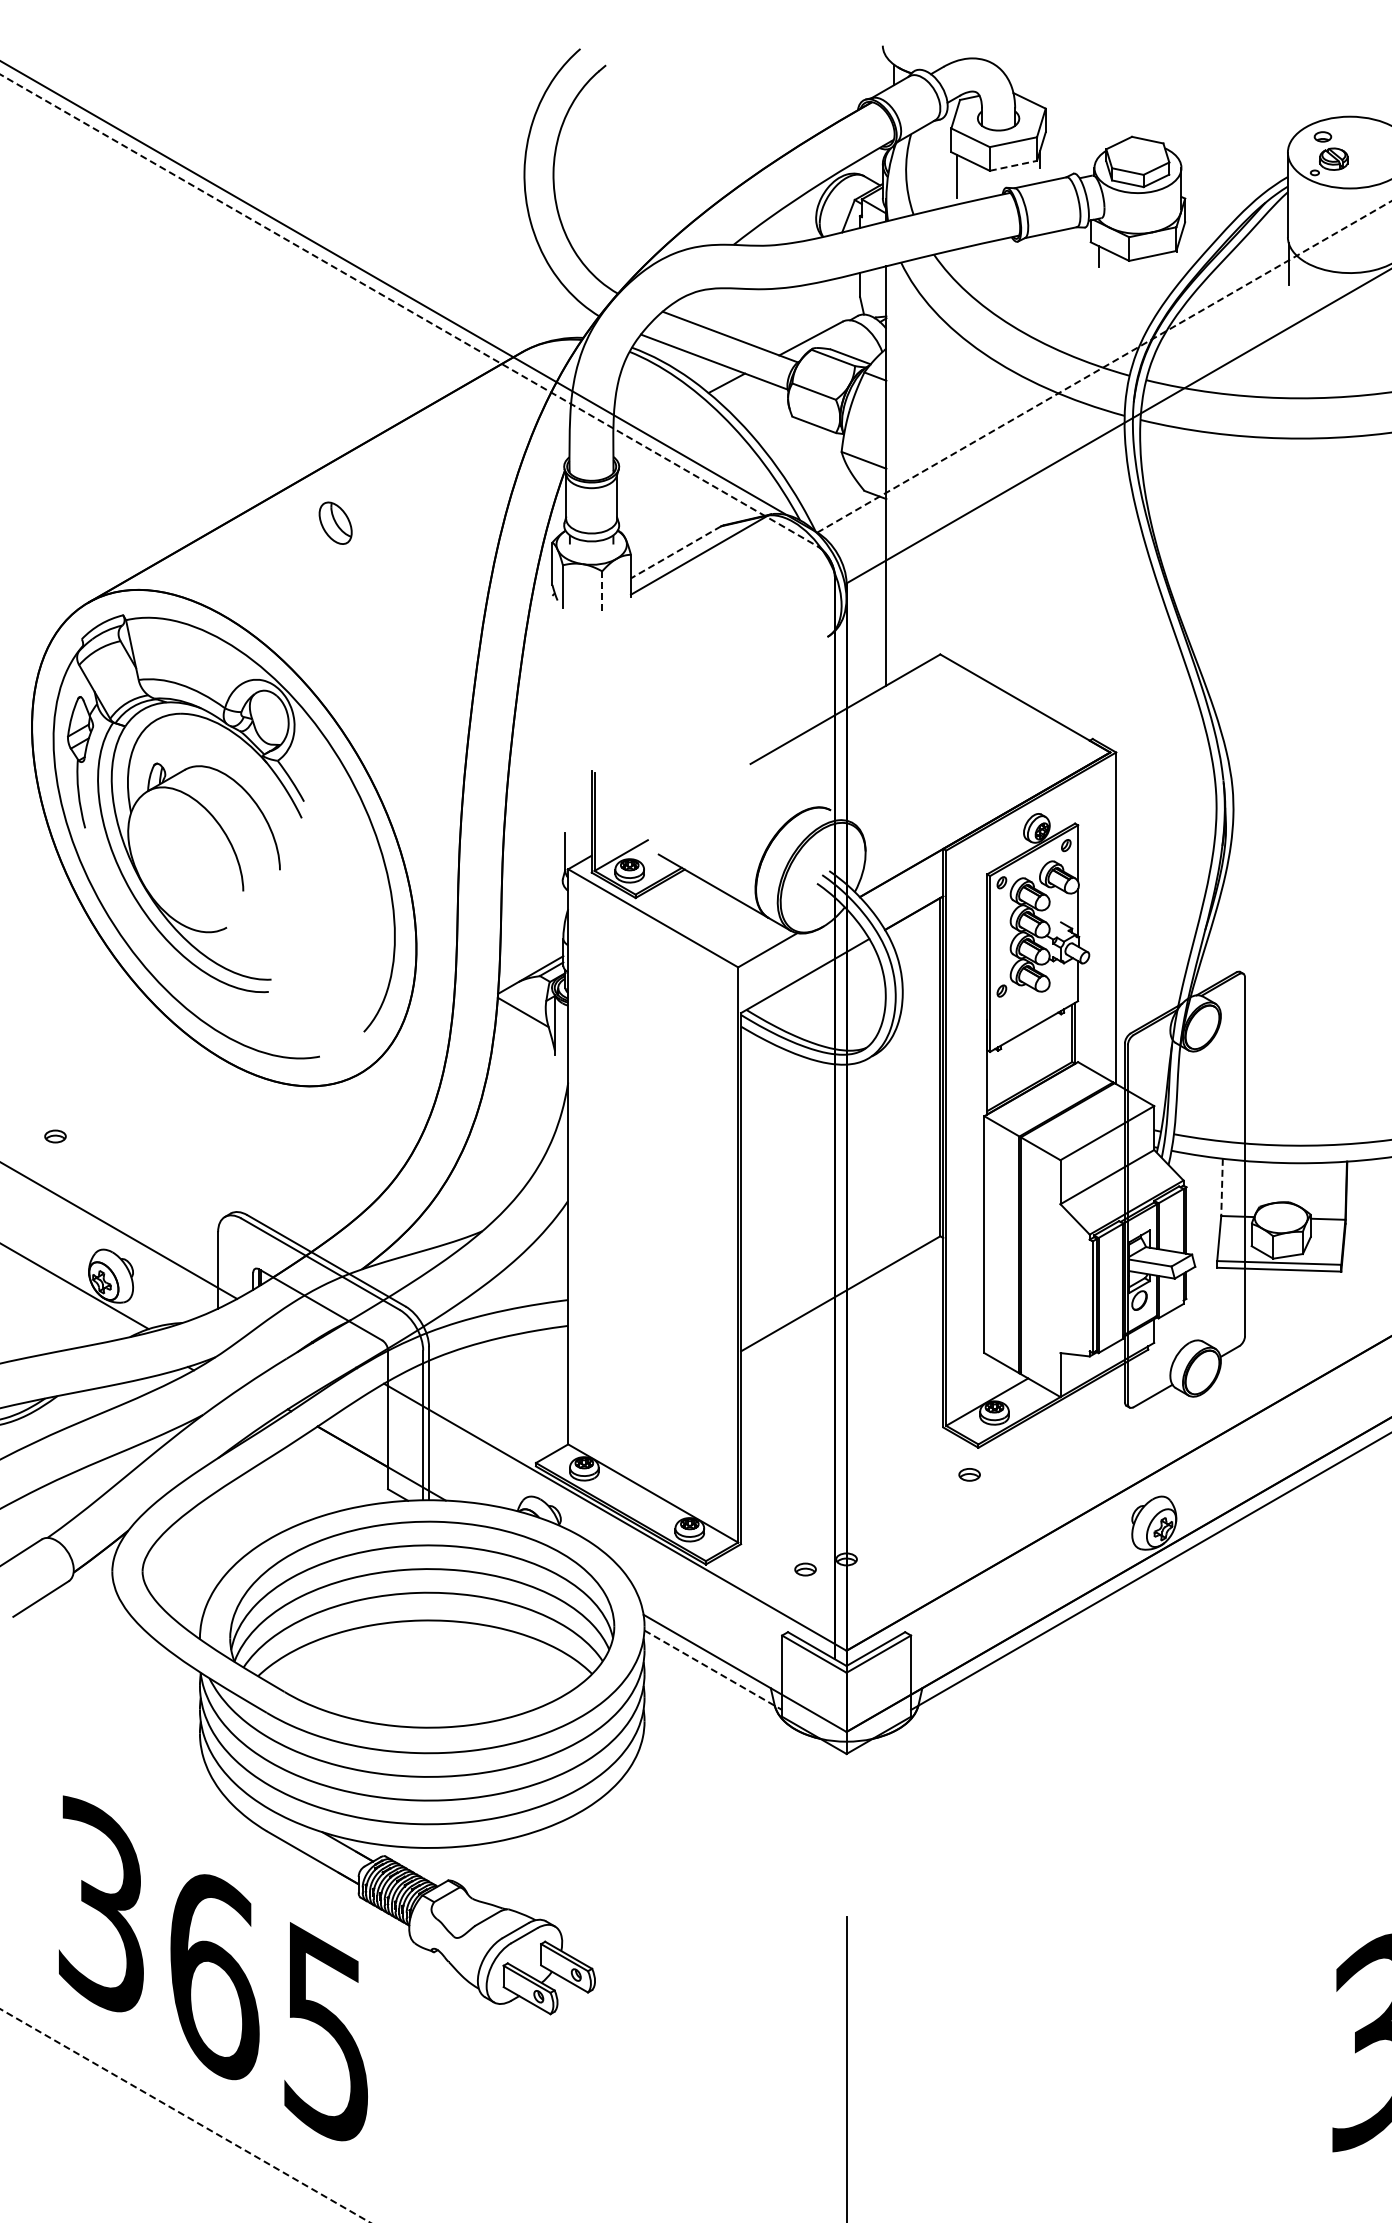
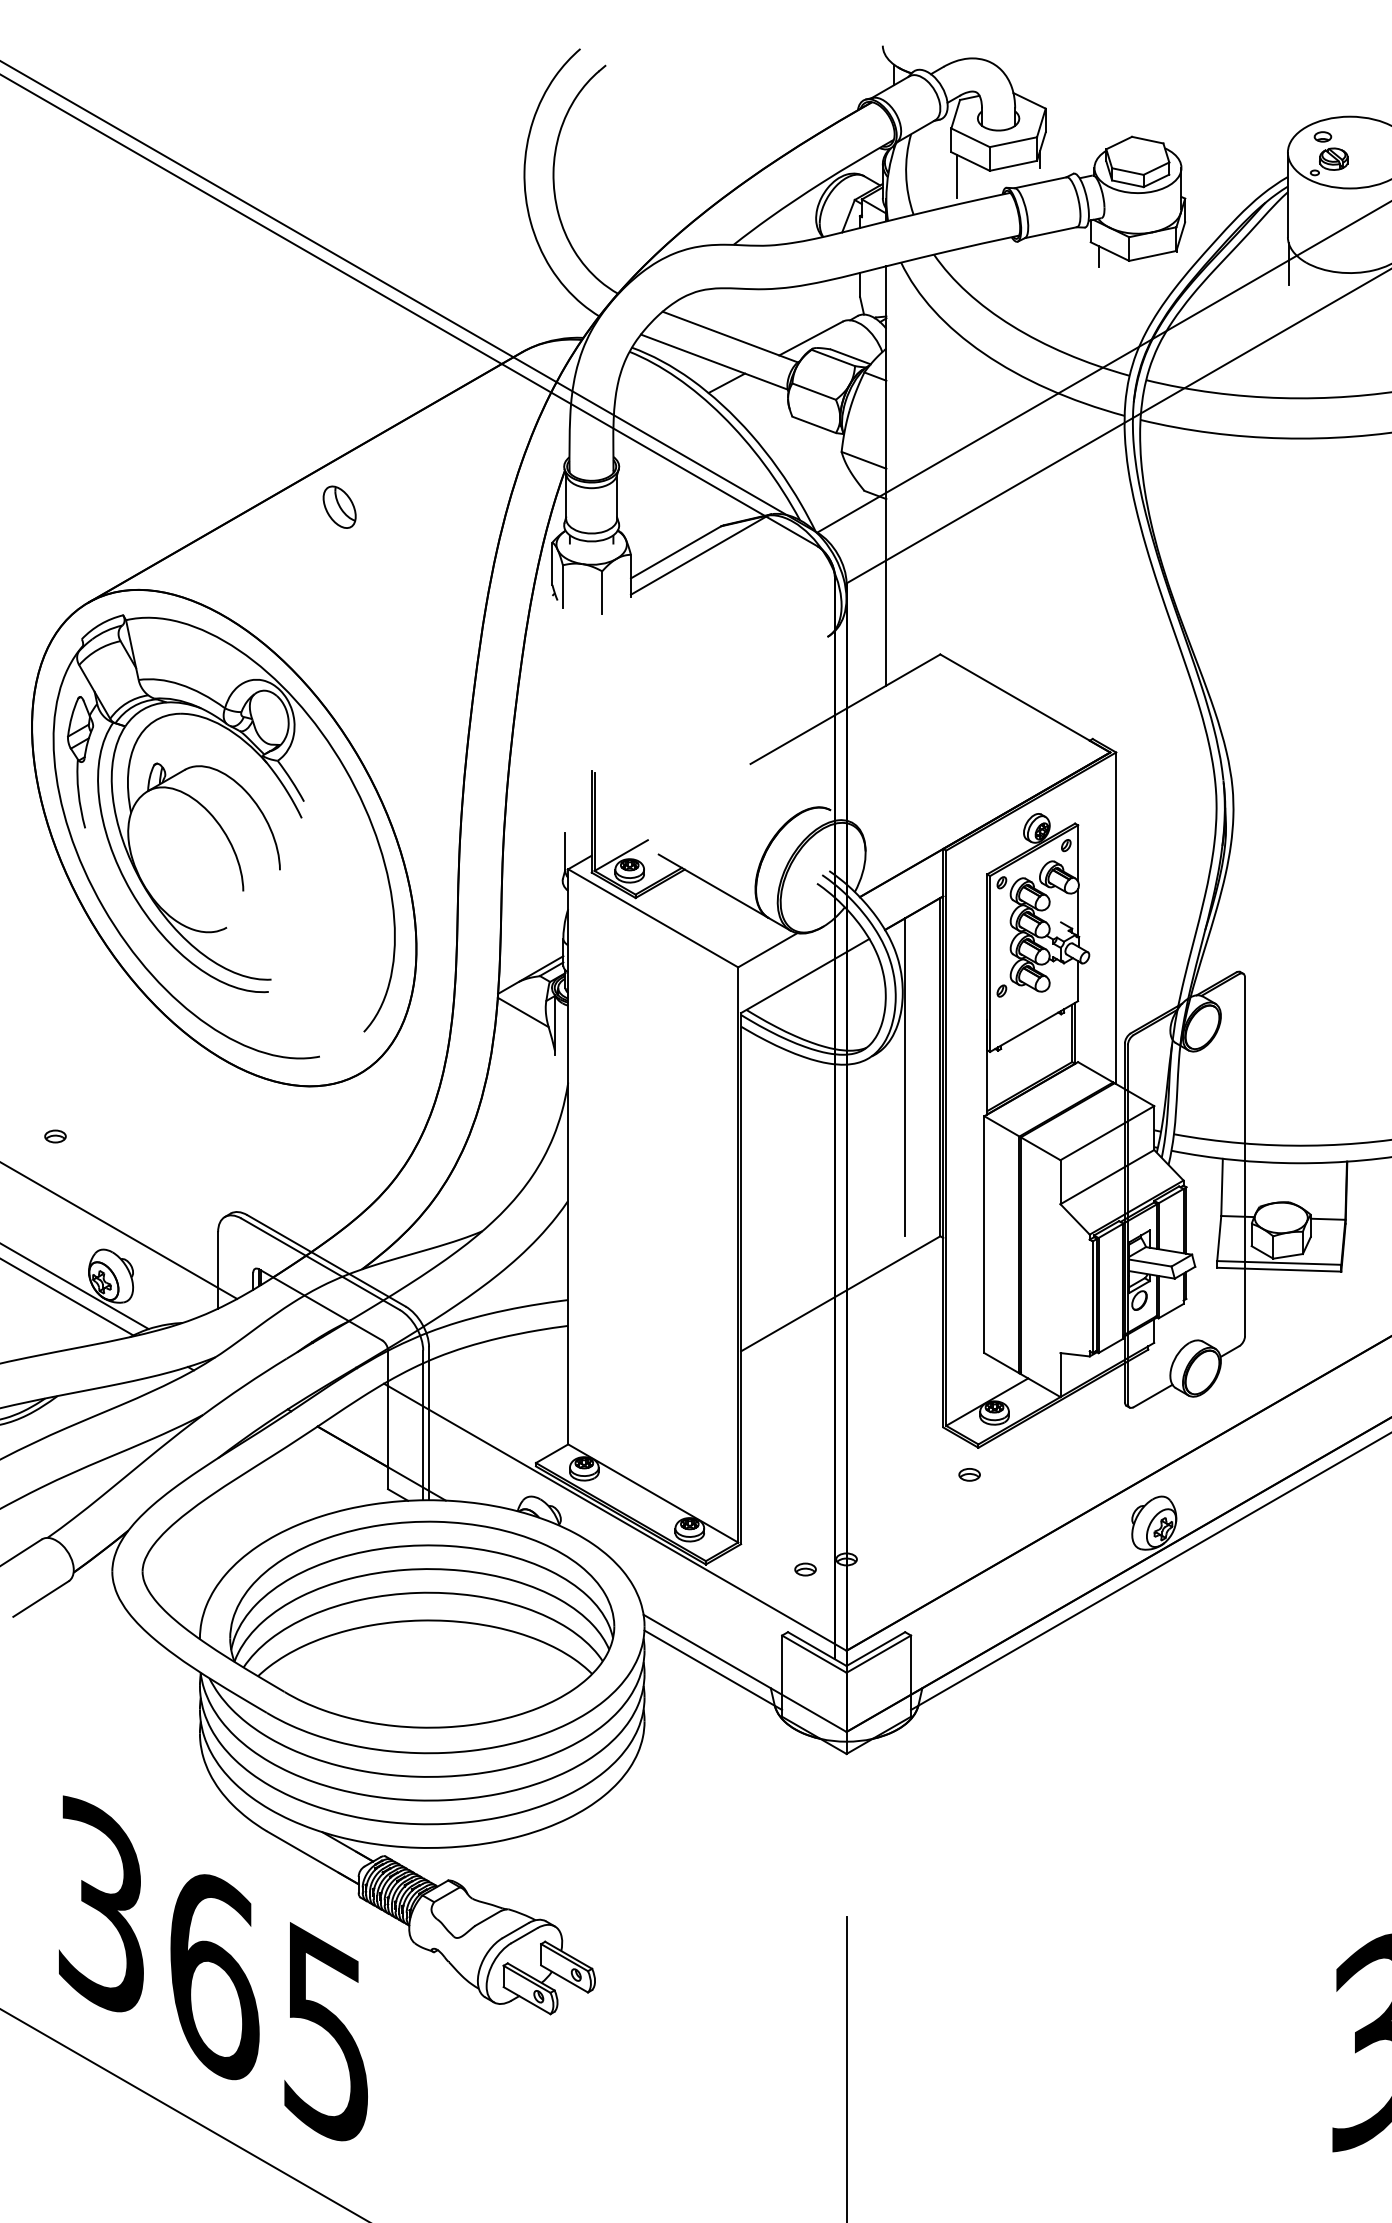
line at (1013, 165): dashed -> solid
line at (408, 310): dashed -> solid
line at (1104, 366): dashed -> solid
part at (335, 522) position: (335, 522) -> (339, 506)
line at (675, 552): dashed -> solid
line at (602, 593): dashed -> solid
line at (905, 1077): none -> present
line at (1222, 1187): dashed -> solid
line at (67, 1297): none -> present
line at (713, 1670): dashed -> solid
line at (185, 2115): dashed -> solid
